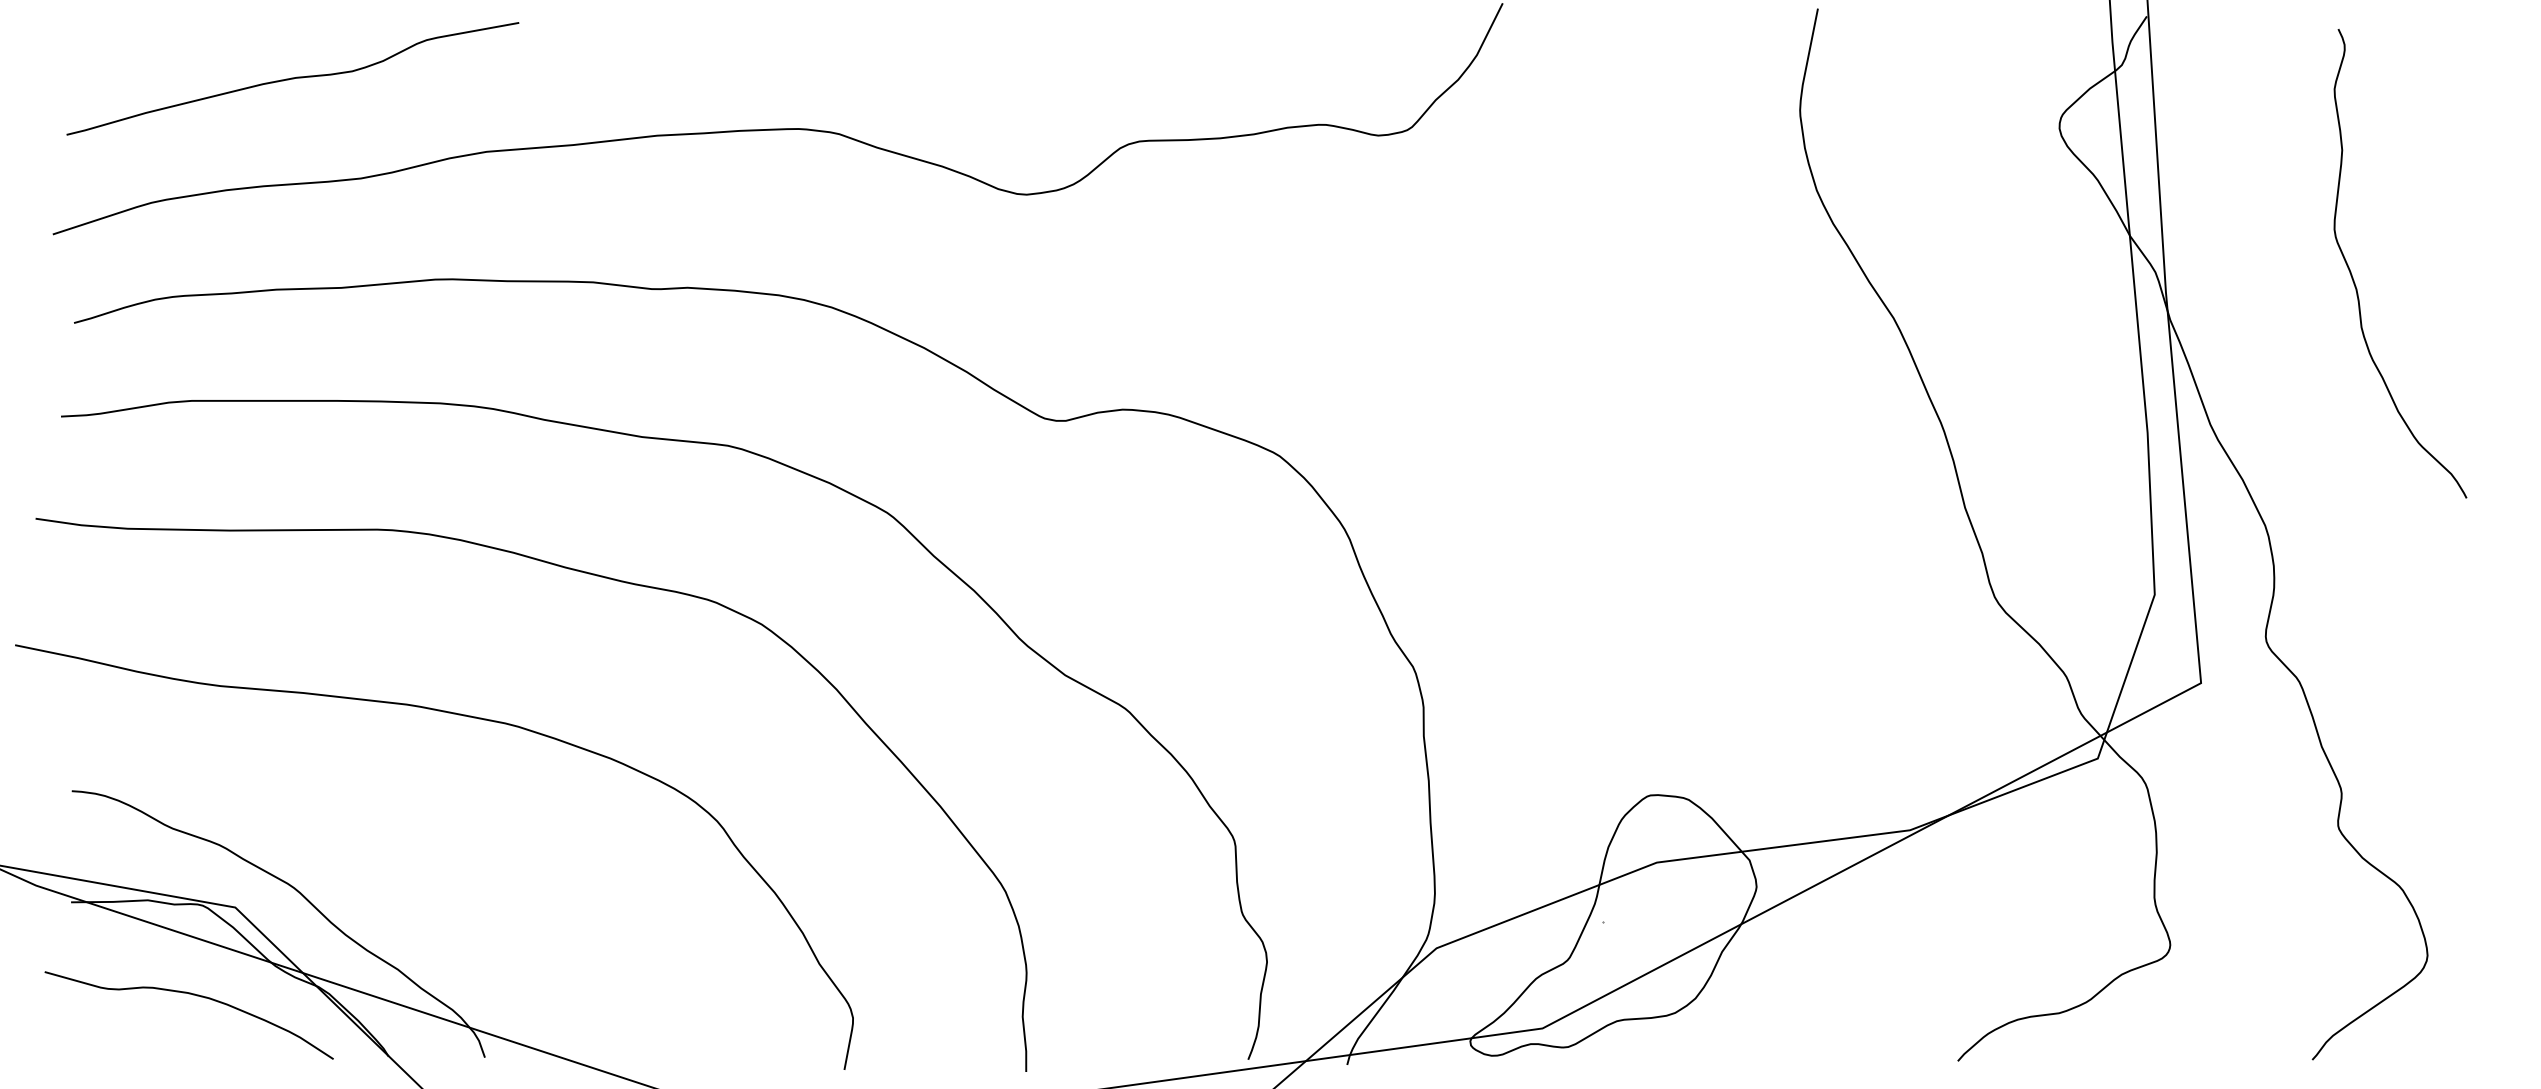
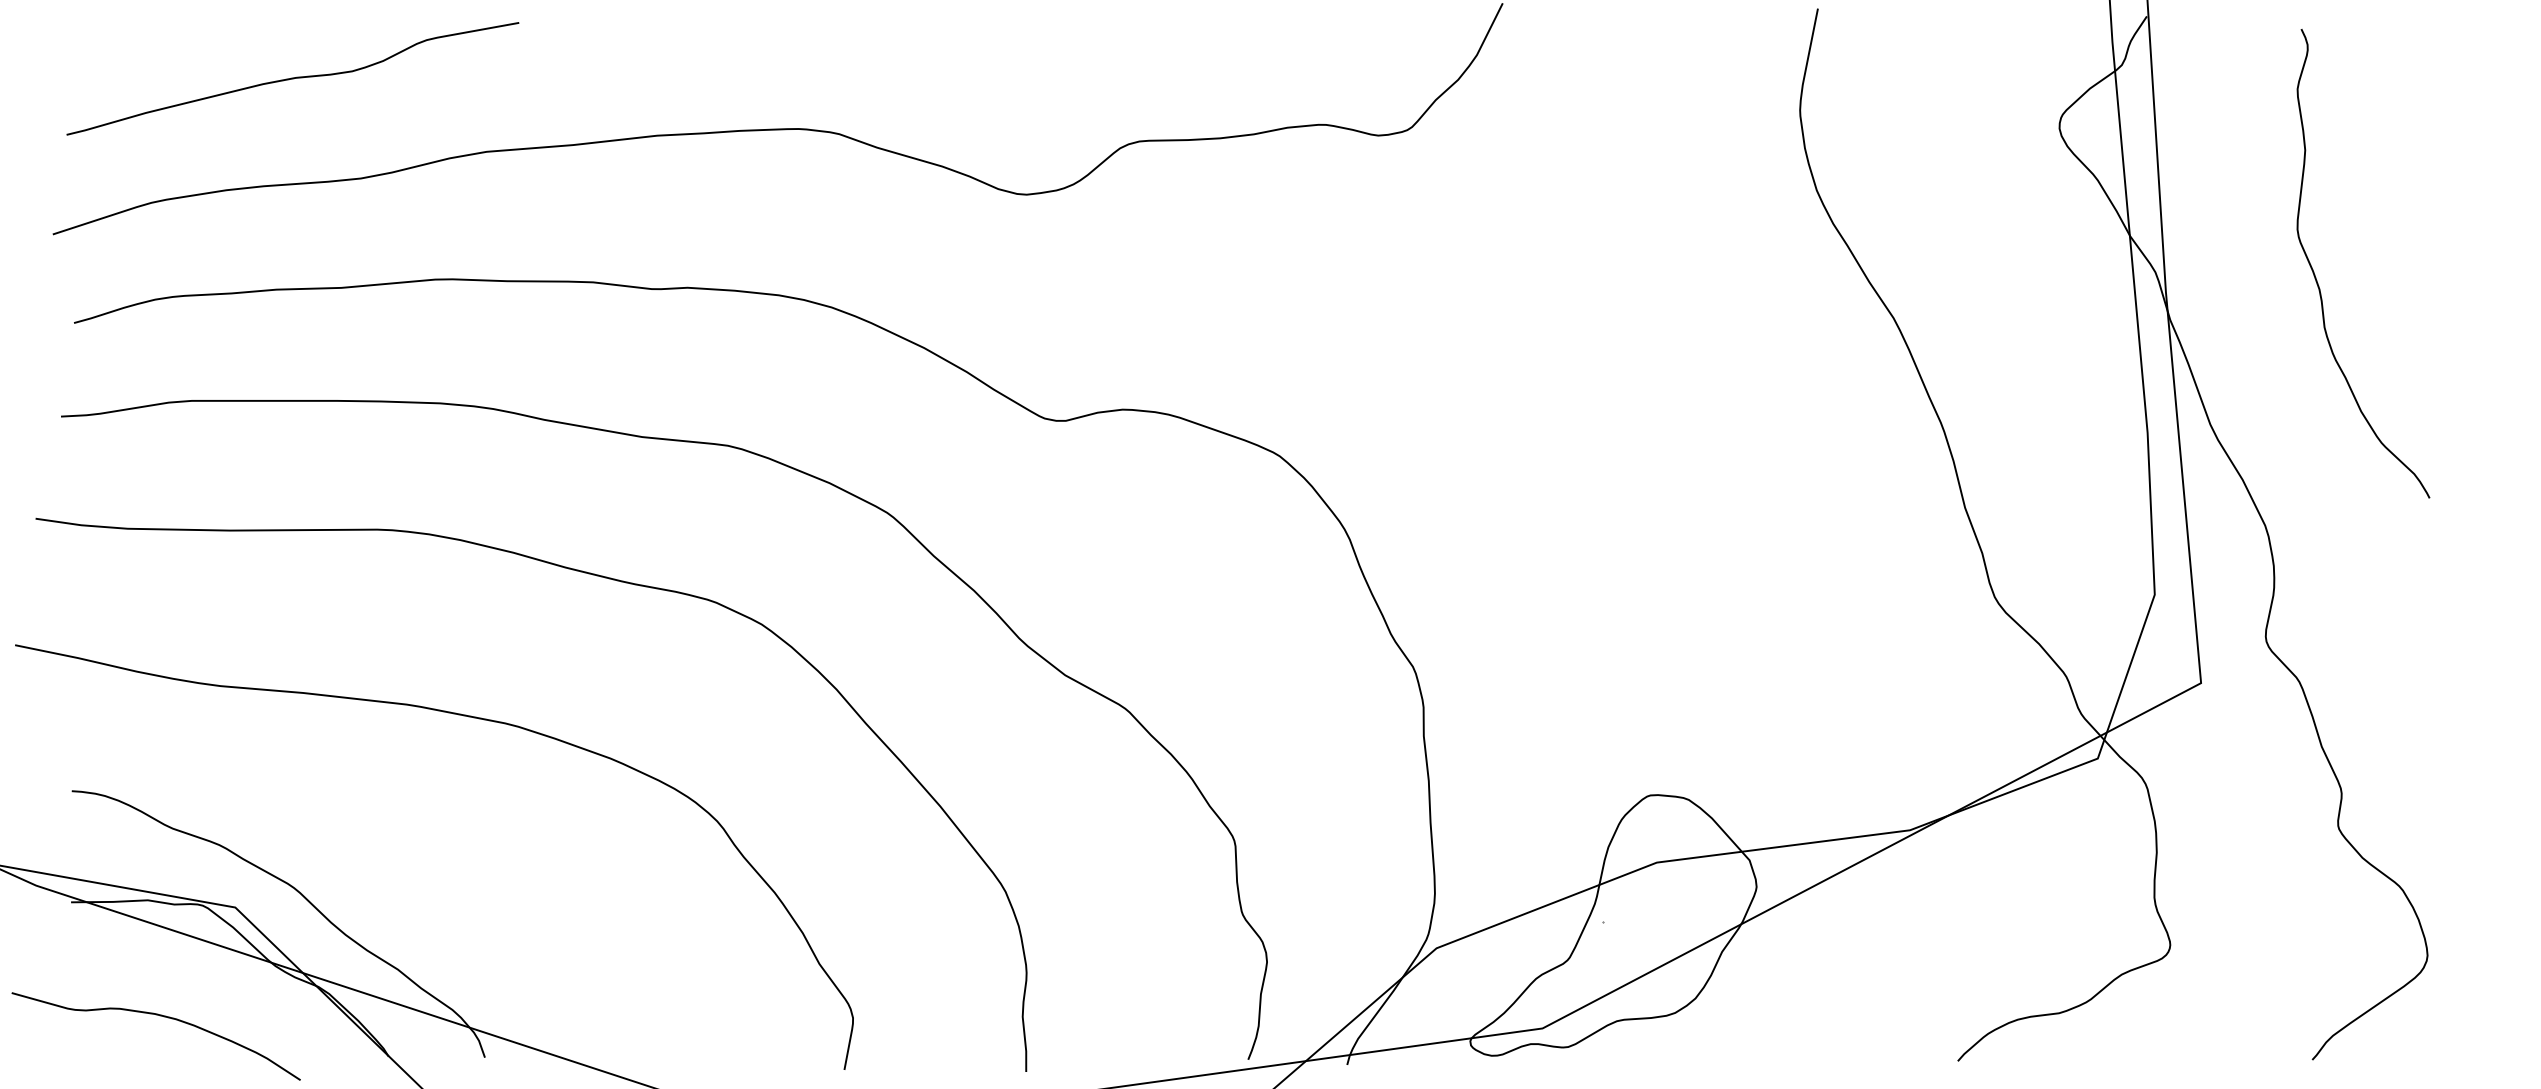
curve at (2353, 277) position: (2353, 277) -> (2316, 277)
curve at (193, 995) position: (193, 995) -> (160, 1016)
